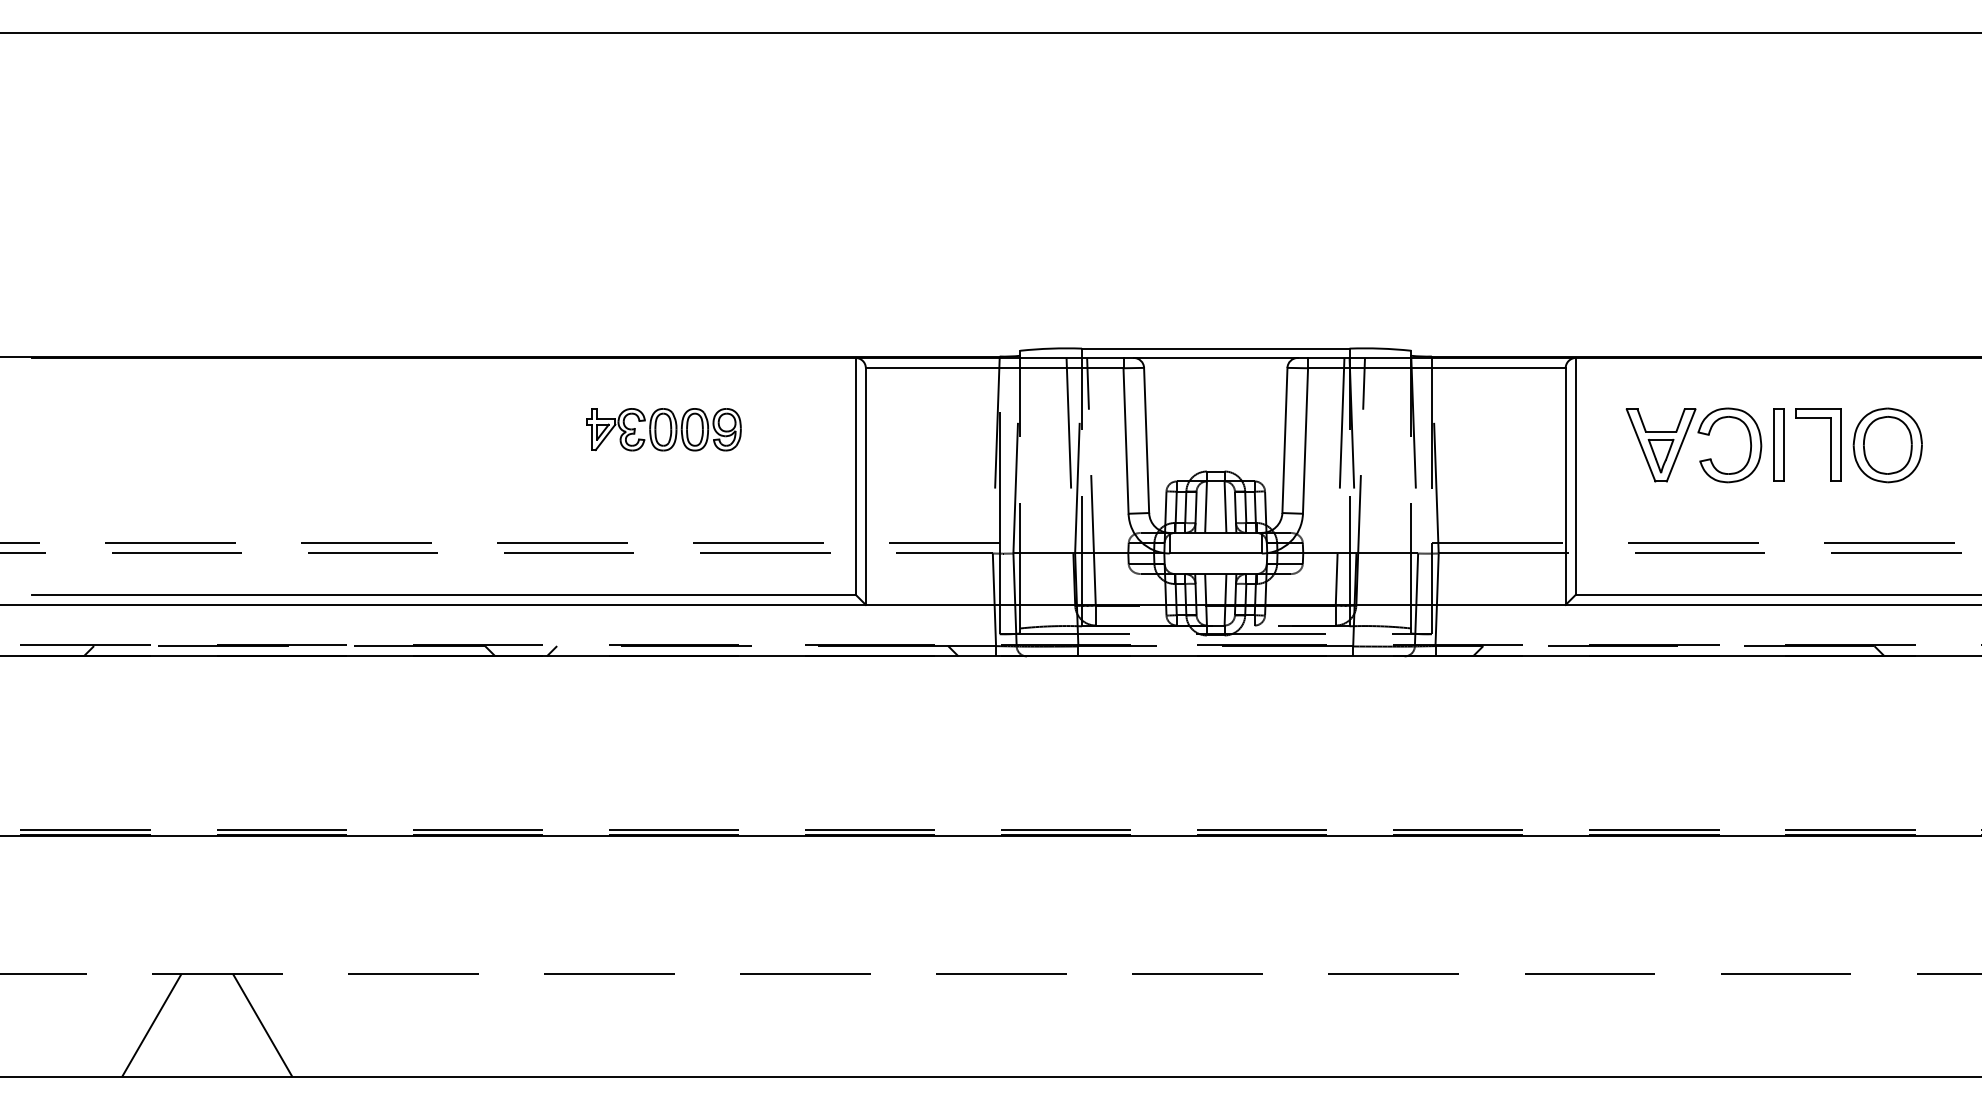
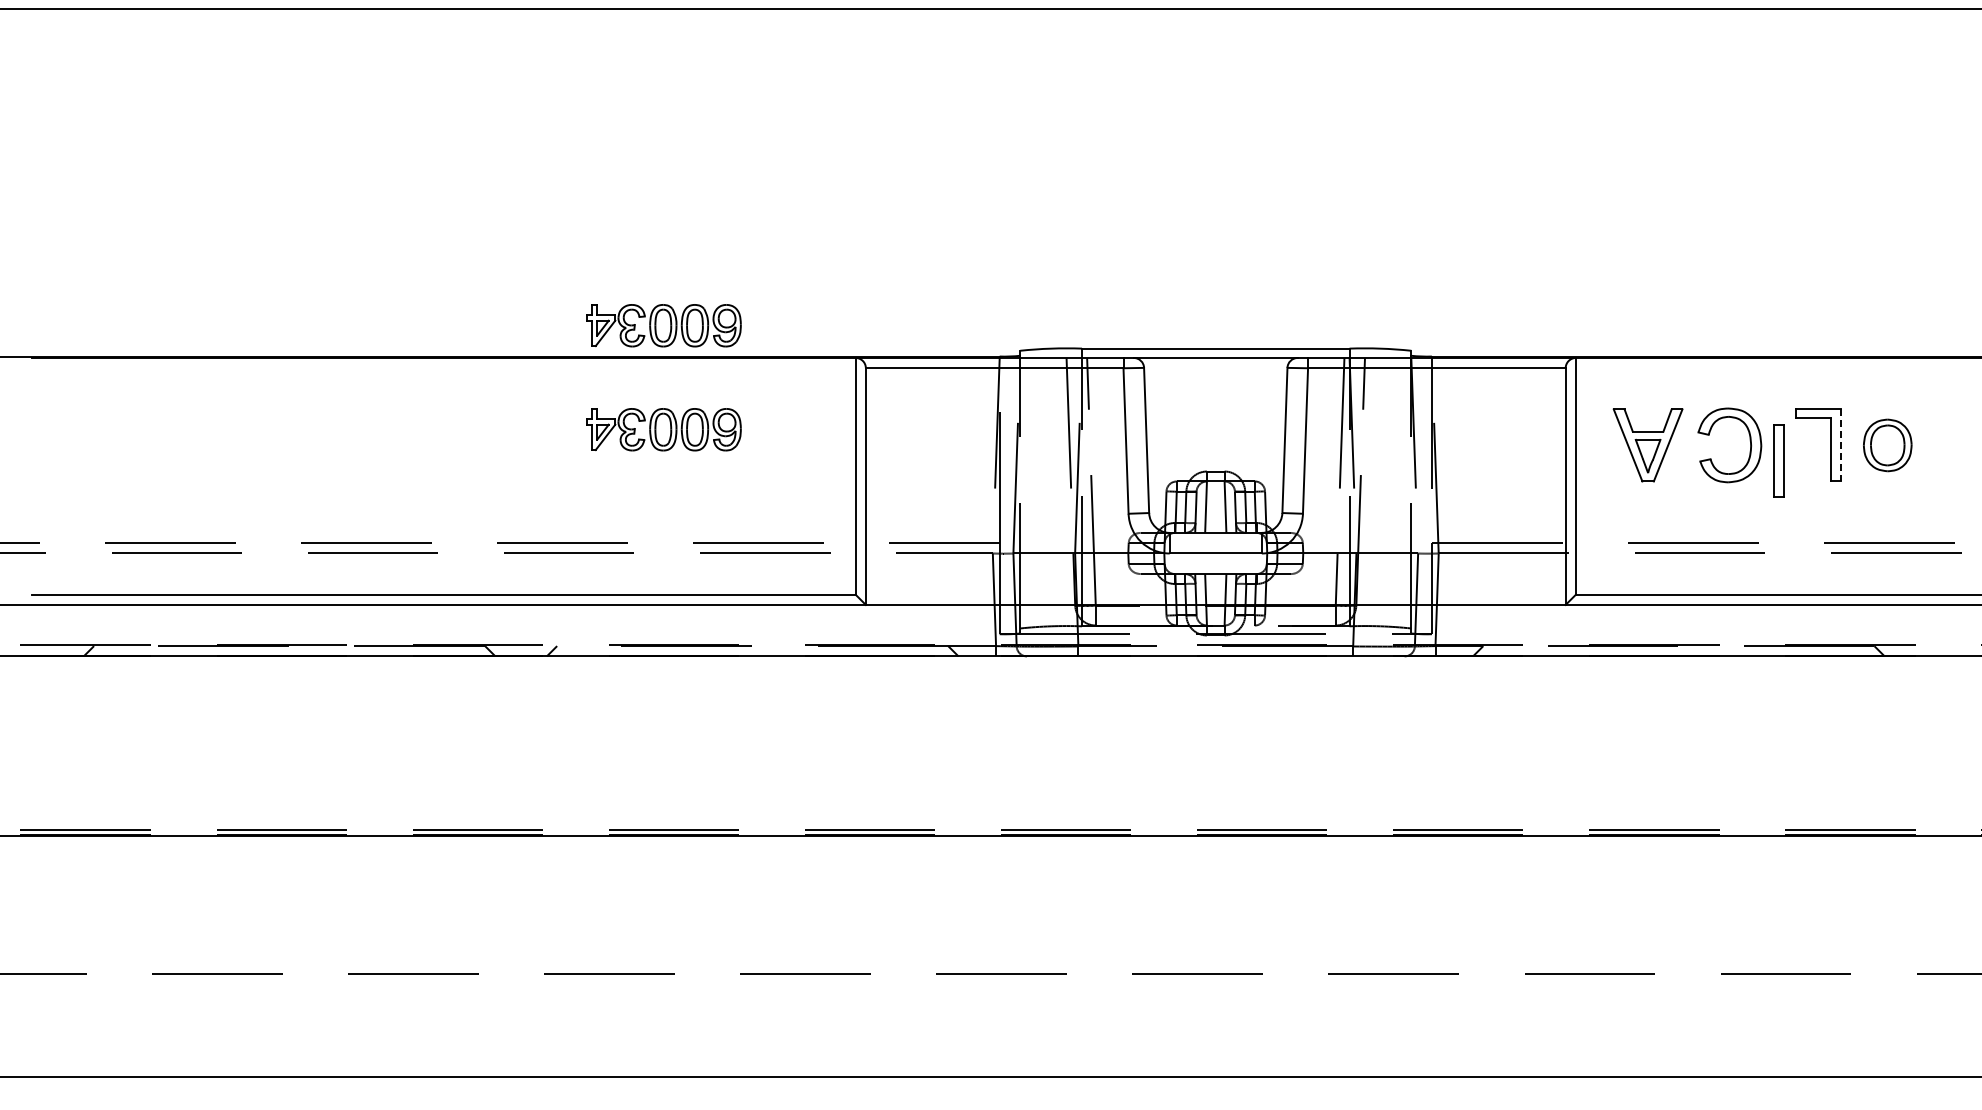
line at (990, 33) position: (990, 33) -> (990, 9)
part at (663, 325): none -> present
part at (1778, 444) position: (1778, 444) -> (1778, 460)
part at (1660, 445) position: (1660, 445) -> (1647, 445)
line at (1840, 445): solid -> dashed
part at (1887, 445) size: 71x77 px -> 50x55 px
line at (151, 1024): present -> none
line at (262, 1024): present -> none
